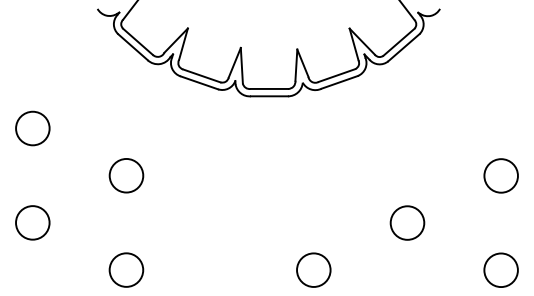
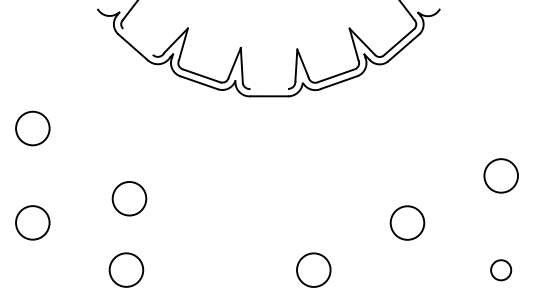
line at (137, 41): present -> none
line at (269, 88): present -> none
circle at (126, 175) position: (126, 175) -> (129, 198)
circle at (500, 270) diameter: 34 px -> 20 px
